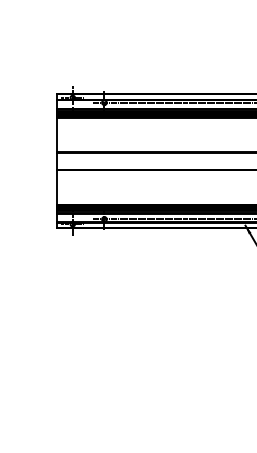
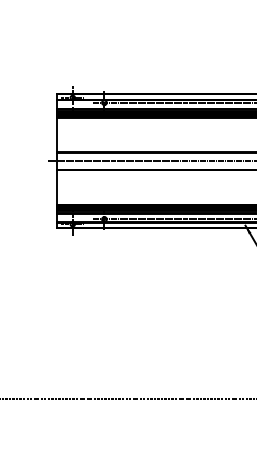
line at (150, 161): none -> present
line at (127, 398): none -> present
